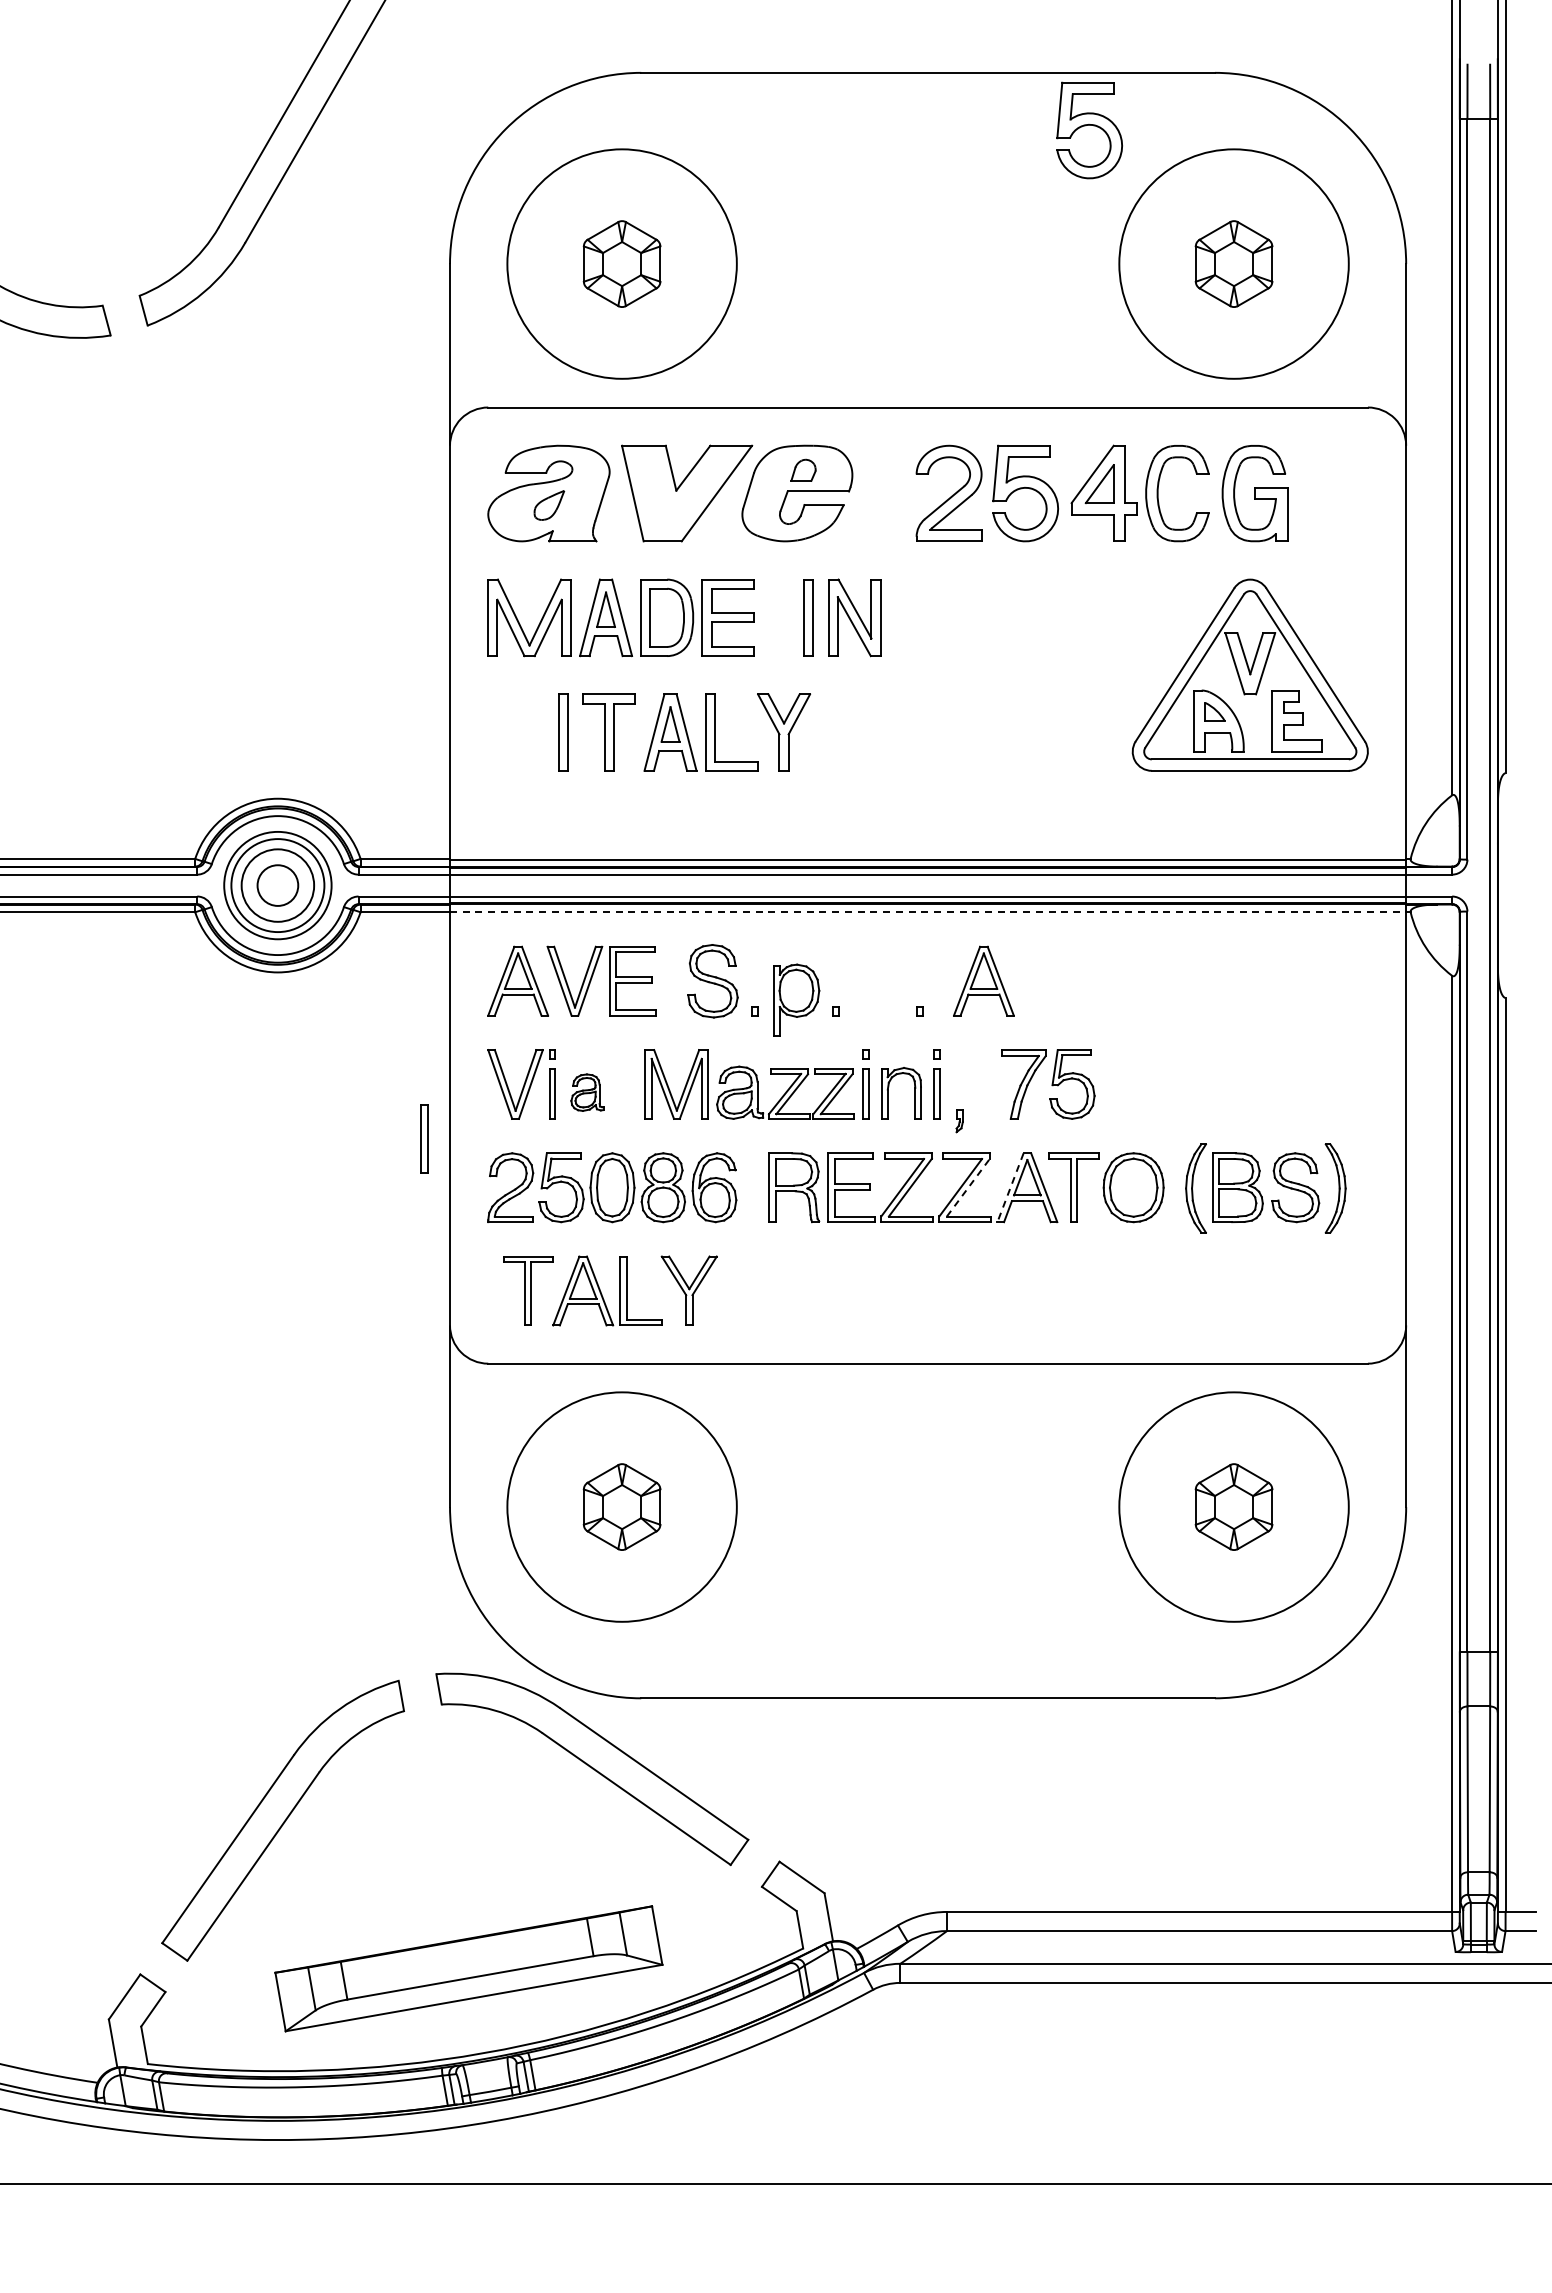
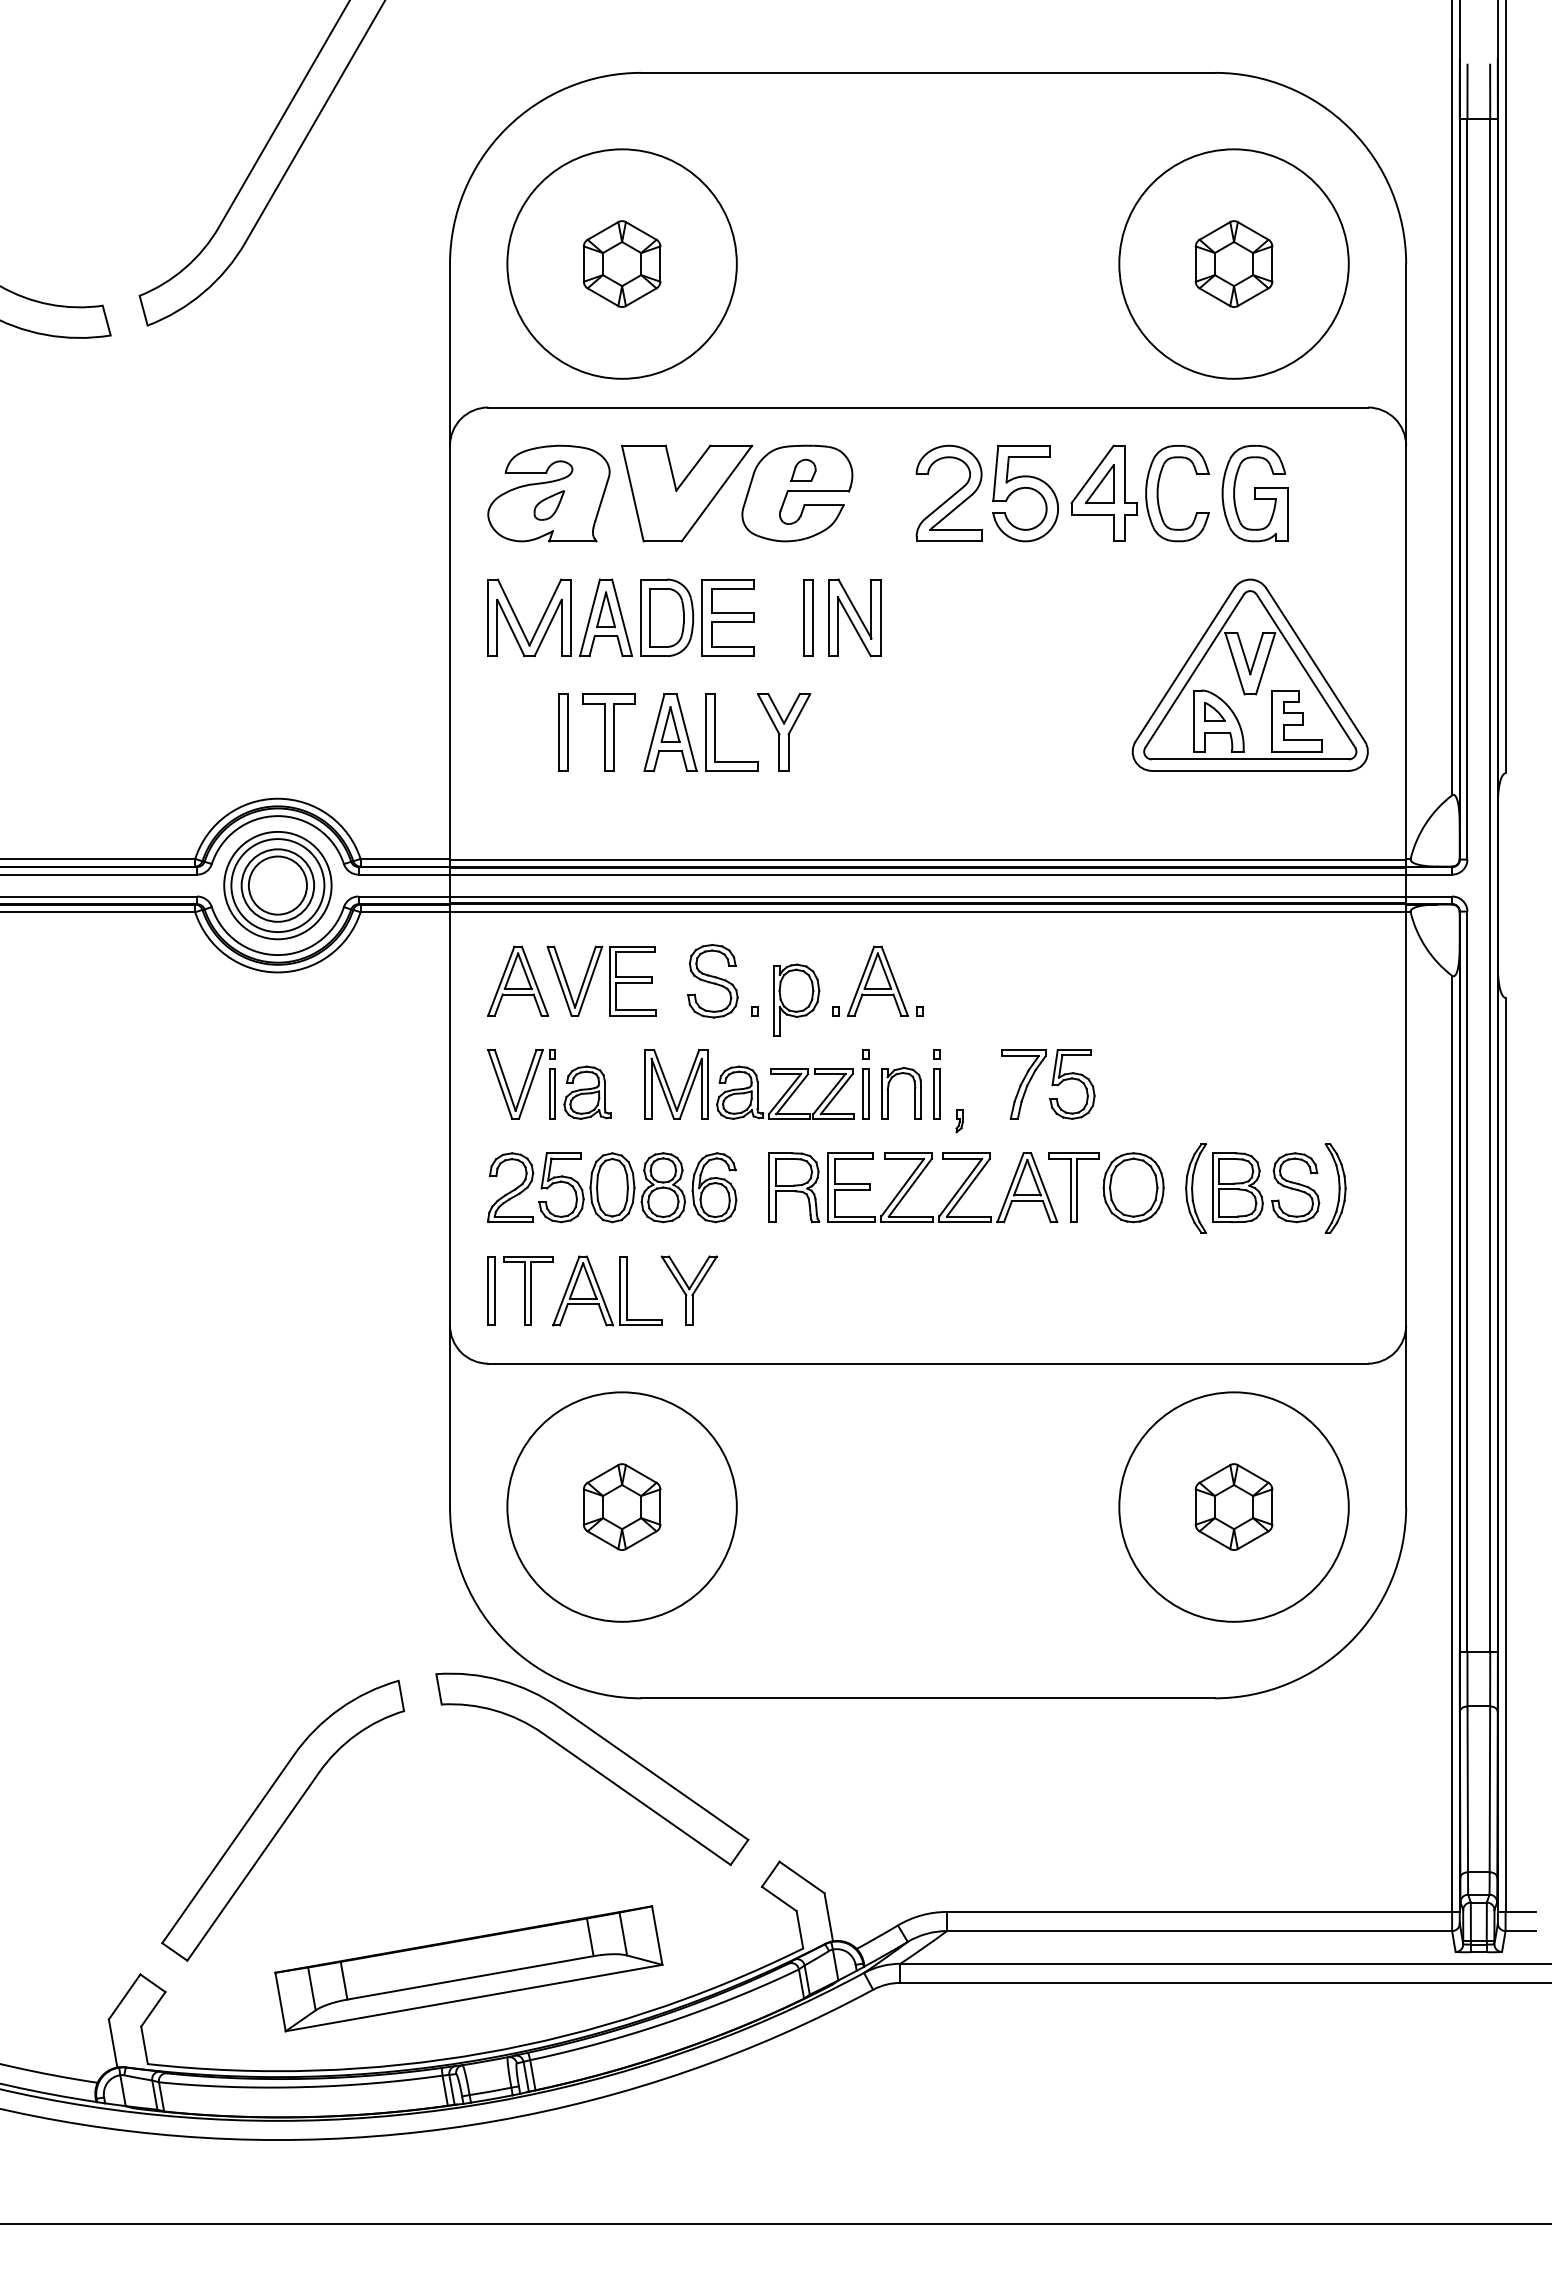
part at (1089, 130): present -> none
circle at (277, 885) diameter: 41 px -> 58 px
line at (928, 911): dashed -> solid
part at (983, 980) position: (983, 980) -> (877, 980)
part at (587, 1092) size: 35x39 px -> 49x55 px
part at (424, 1138) position: (424, 1138) -> (491, 1290)
line at (968, 1187): dashed -> solid
line at (1010, 1187): dashed -> solid
line at (775, 2184) position: (775, 2184) -> (775, 2224)
